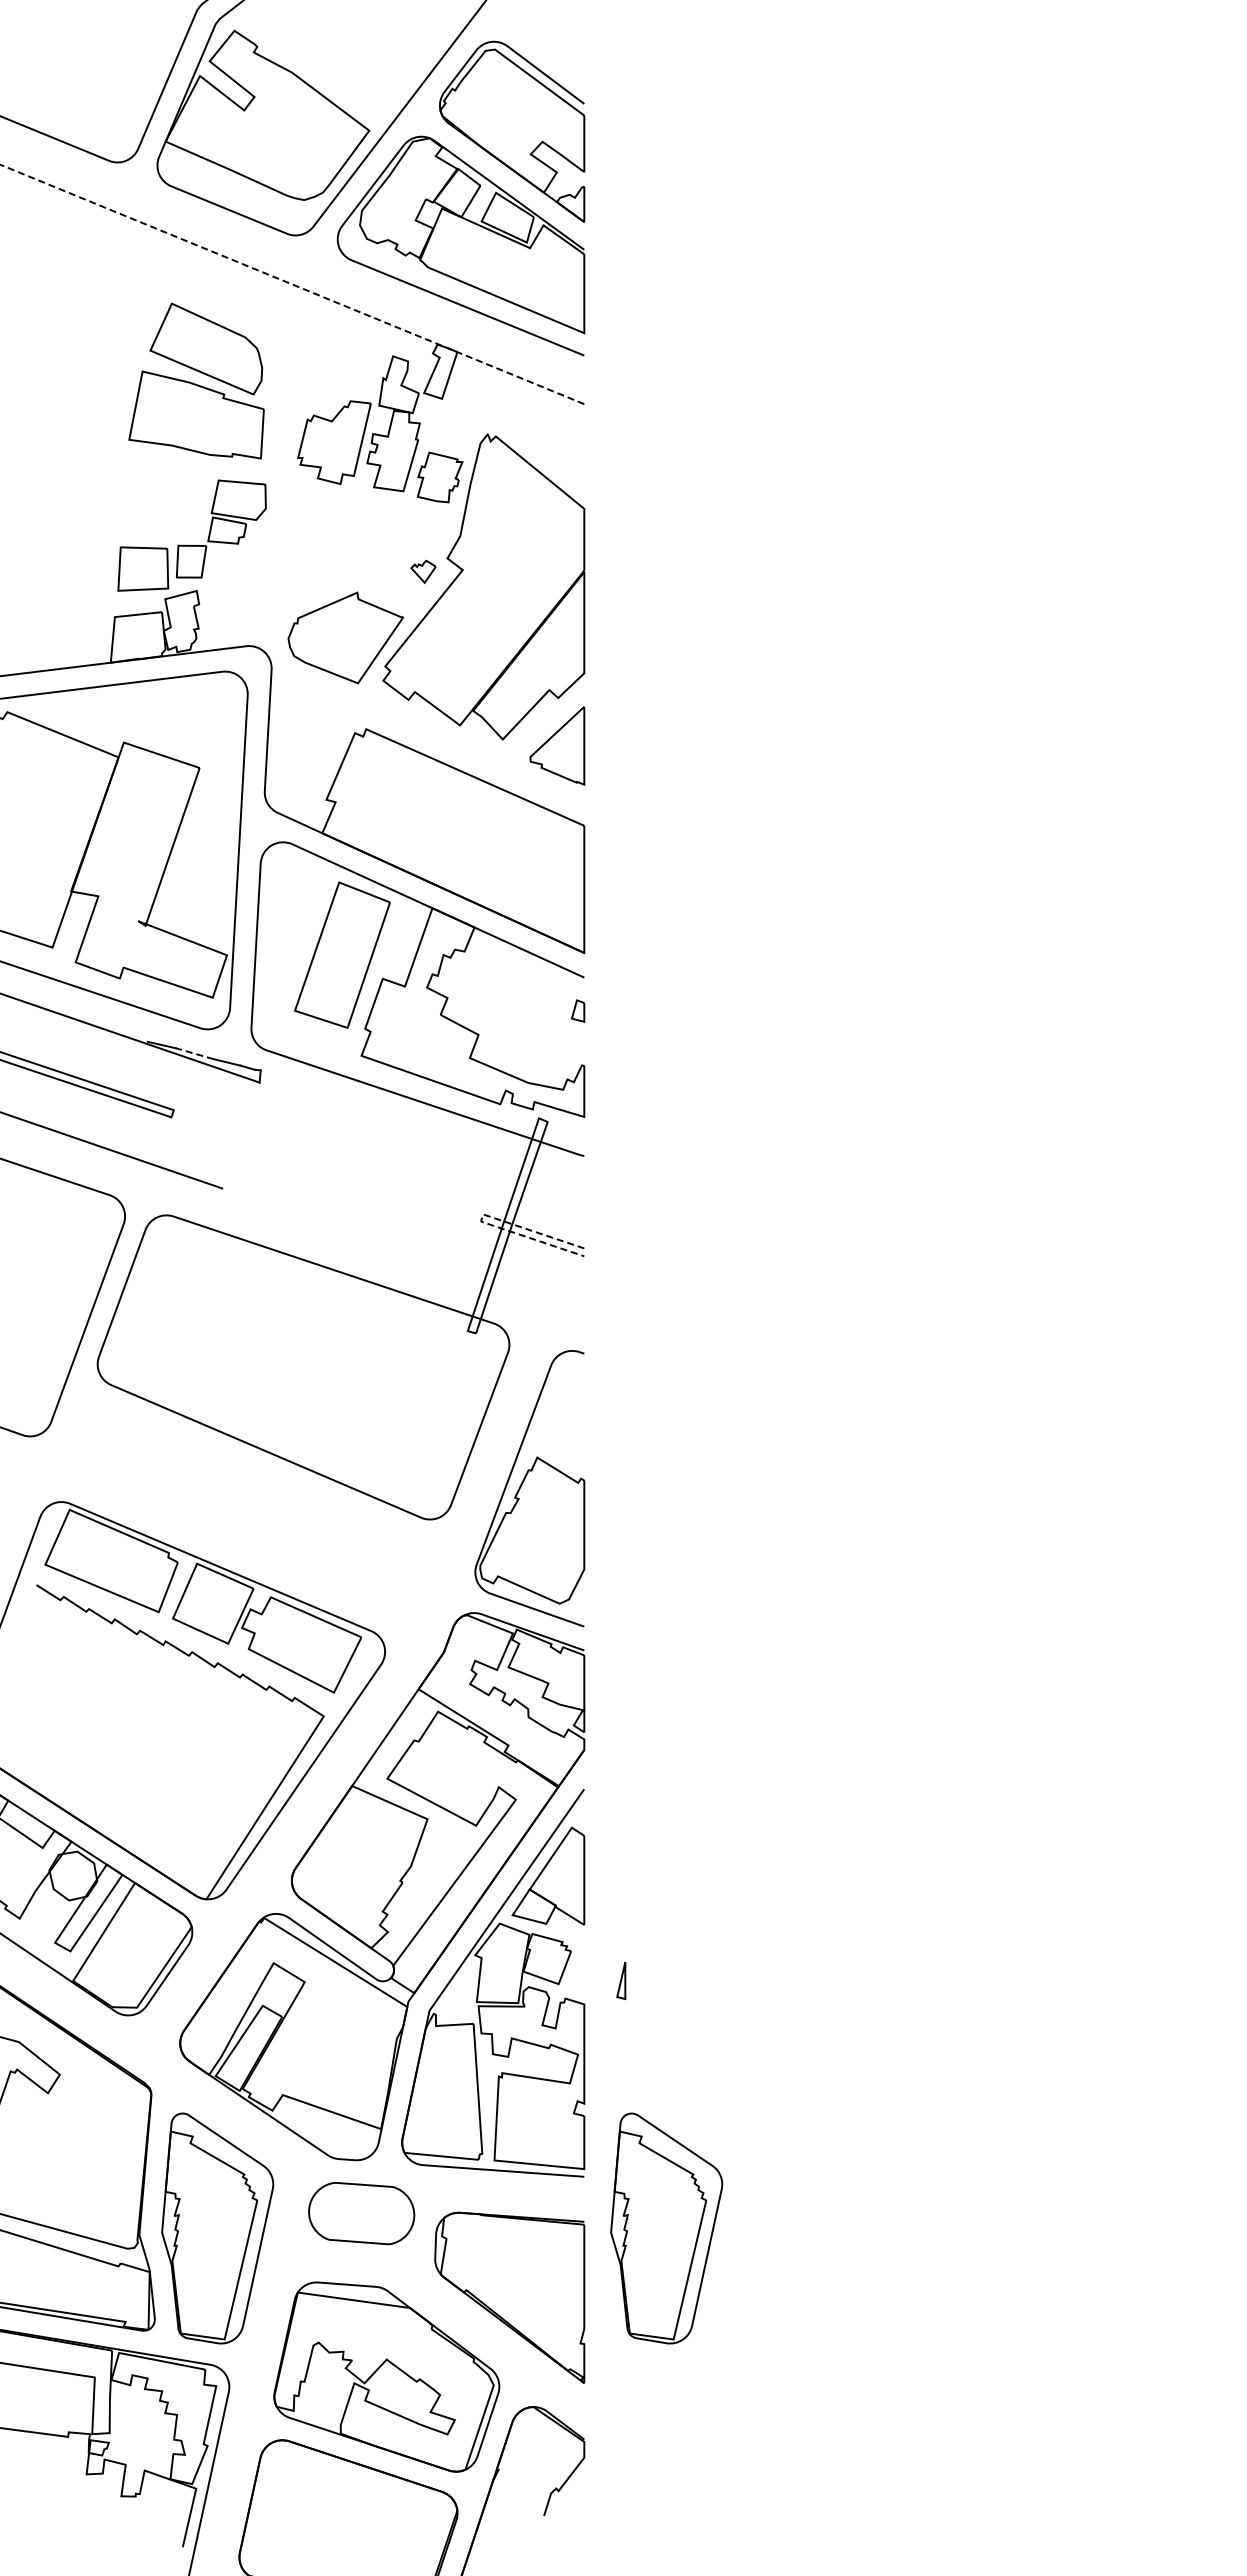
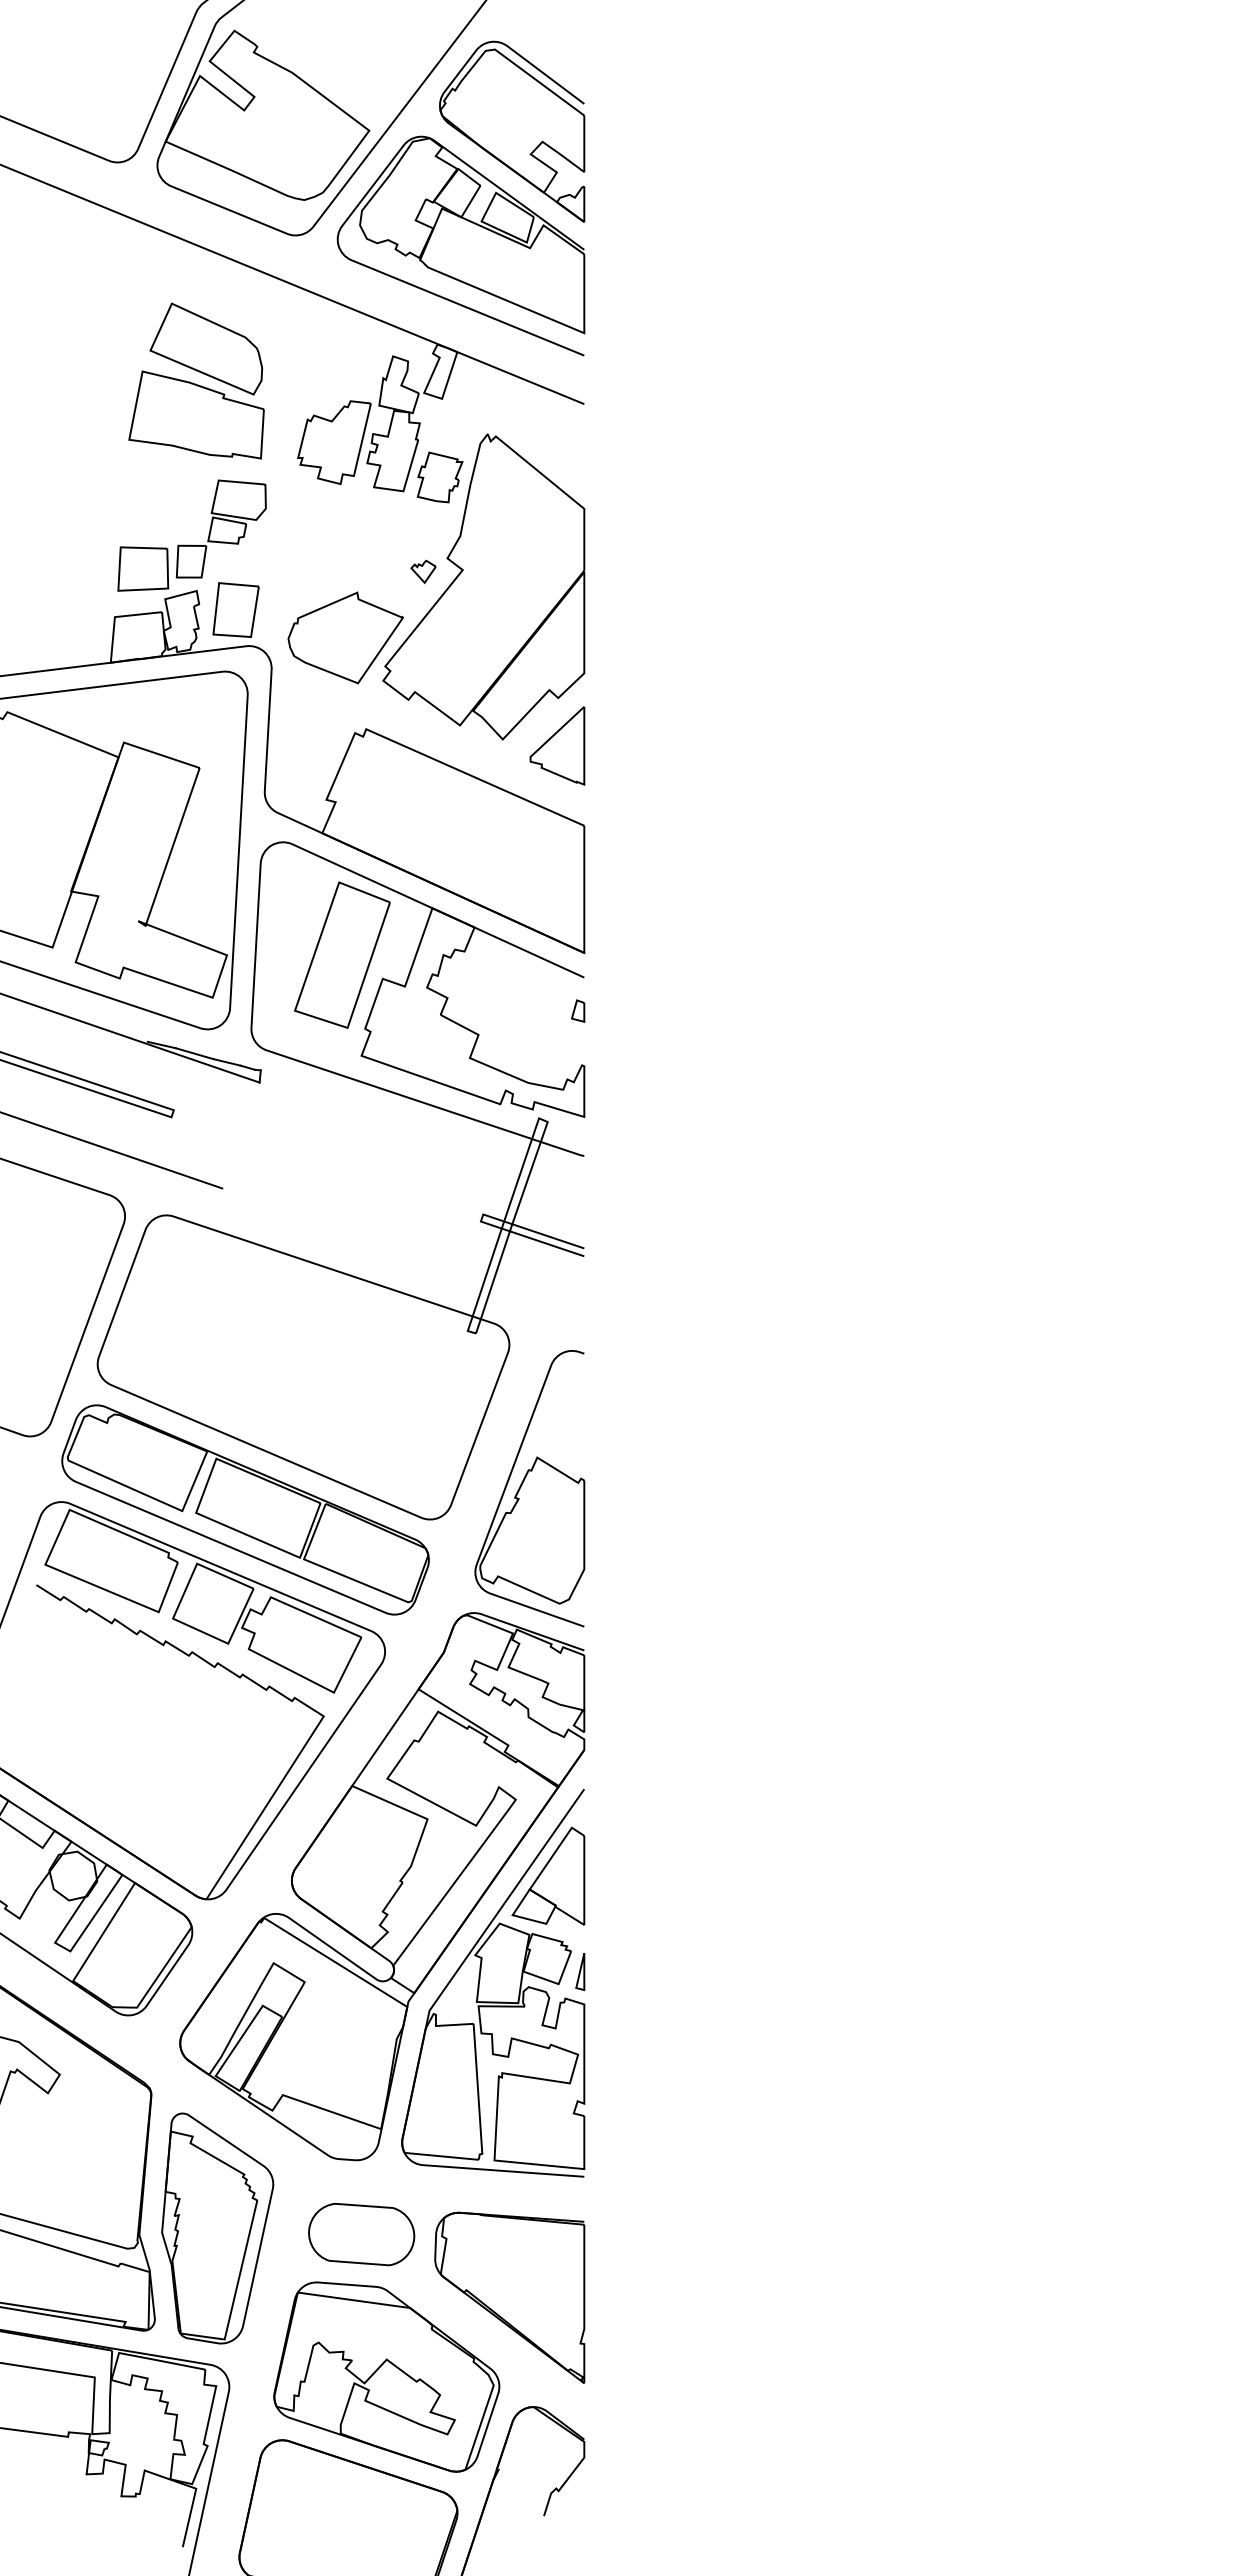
line at (292, 284): dashed -> solid
part at (235, 609): none -> present
line at (194, 1053): dashed -> solid
line at (481, 1219): dashed -> solid
part at (245, 1509): none -> present
part at (621, 1980) position: (621, 1980) -> (580, 1971)
part at (361, 2213) position: (361, 2213) -> (361, 2234)
part at (666, 2228): present -> none
